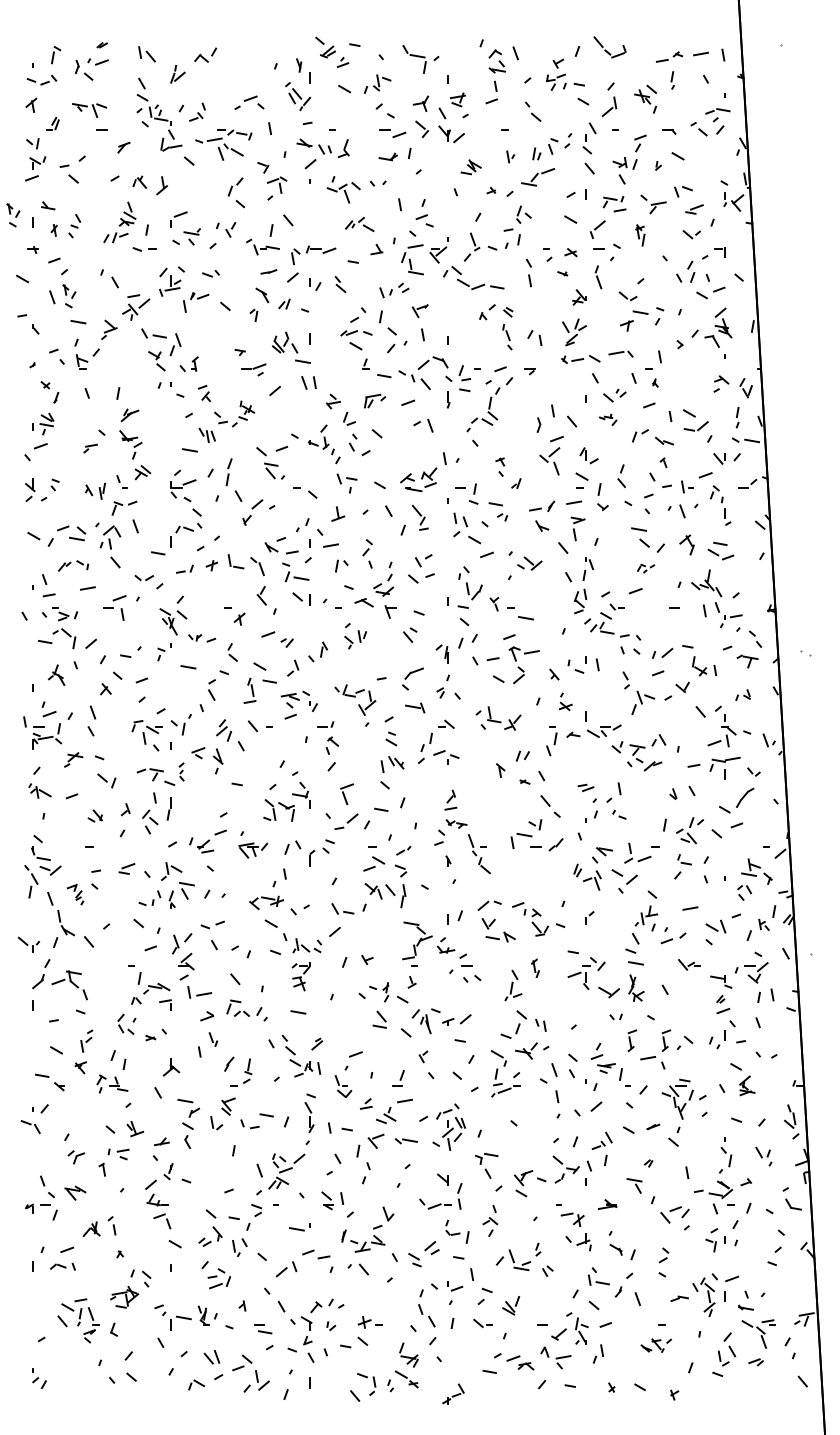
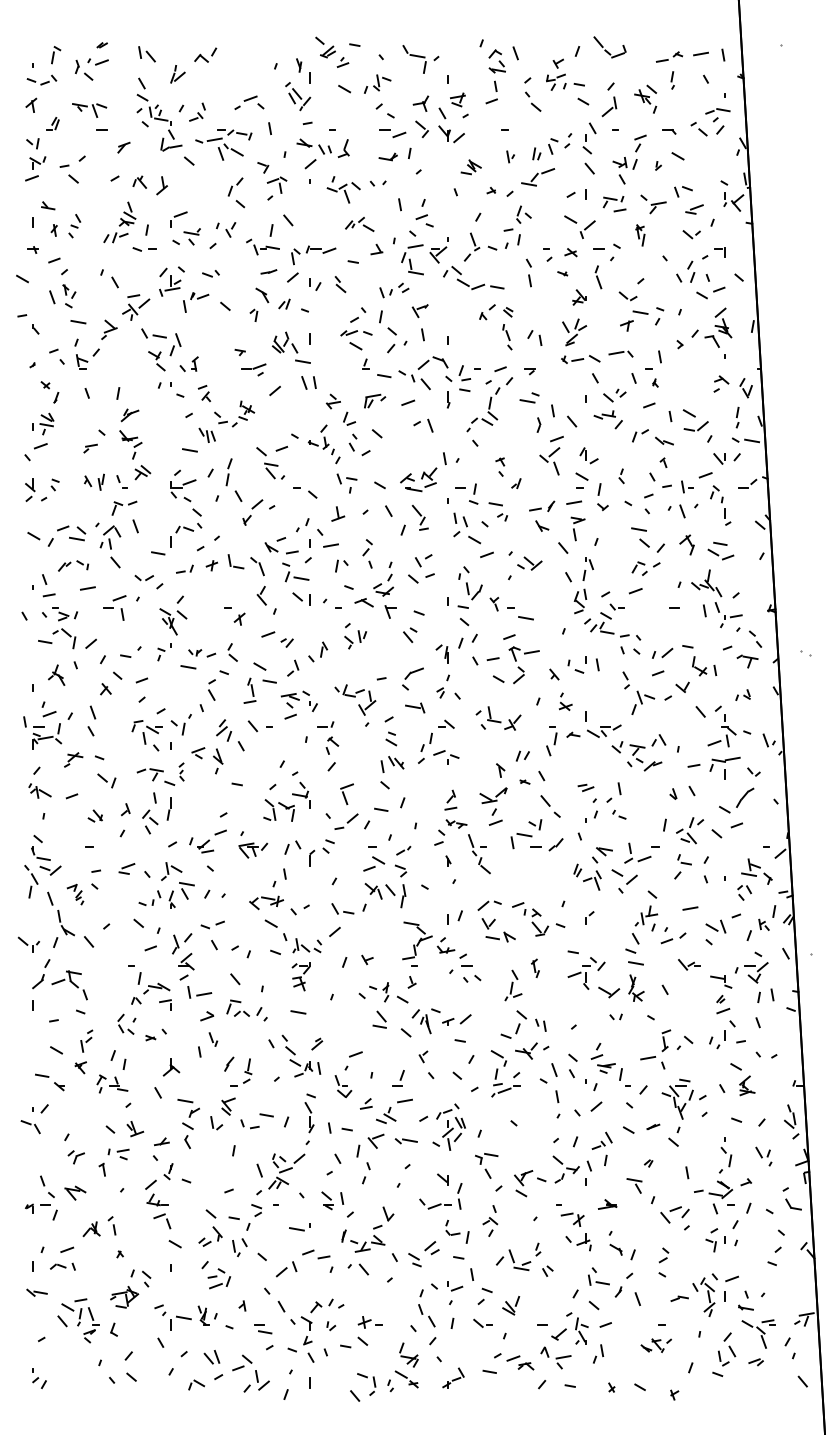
part at (533, 111) position: (533, 111) -> (533, 101)
part at (13, 215): present -> none
part at (597, 229) position: (597, 229) -> (587, 229)
part at (529, 397): none -> present
part at (608, 419) size: 19x13 px -> 30x20 px
part at (621, 475) size: 9x24 px -> 7x17 px
part at (95, 490) position: (95, 490) -> (94, 481)
part at (646, 568) size: 19x11 px -> 30x15 px
part at (202, 638) position: (202, 638) -> (202, 653)
part at (493, 806): none -> present
part at (632, 1040): present -> none
part at (36, 1292): none -> present
part at (453, 1393) position: (453, 1393) -> (453, 1377)
